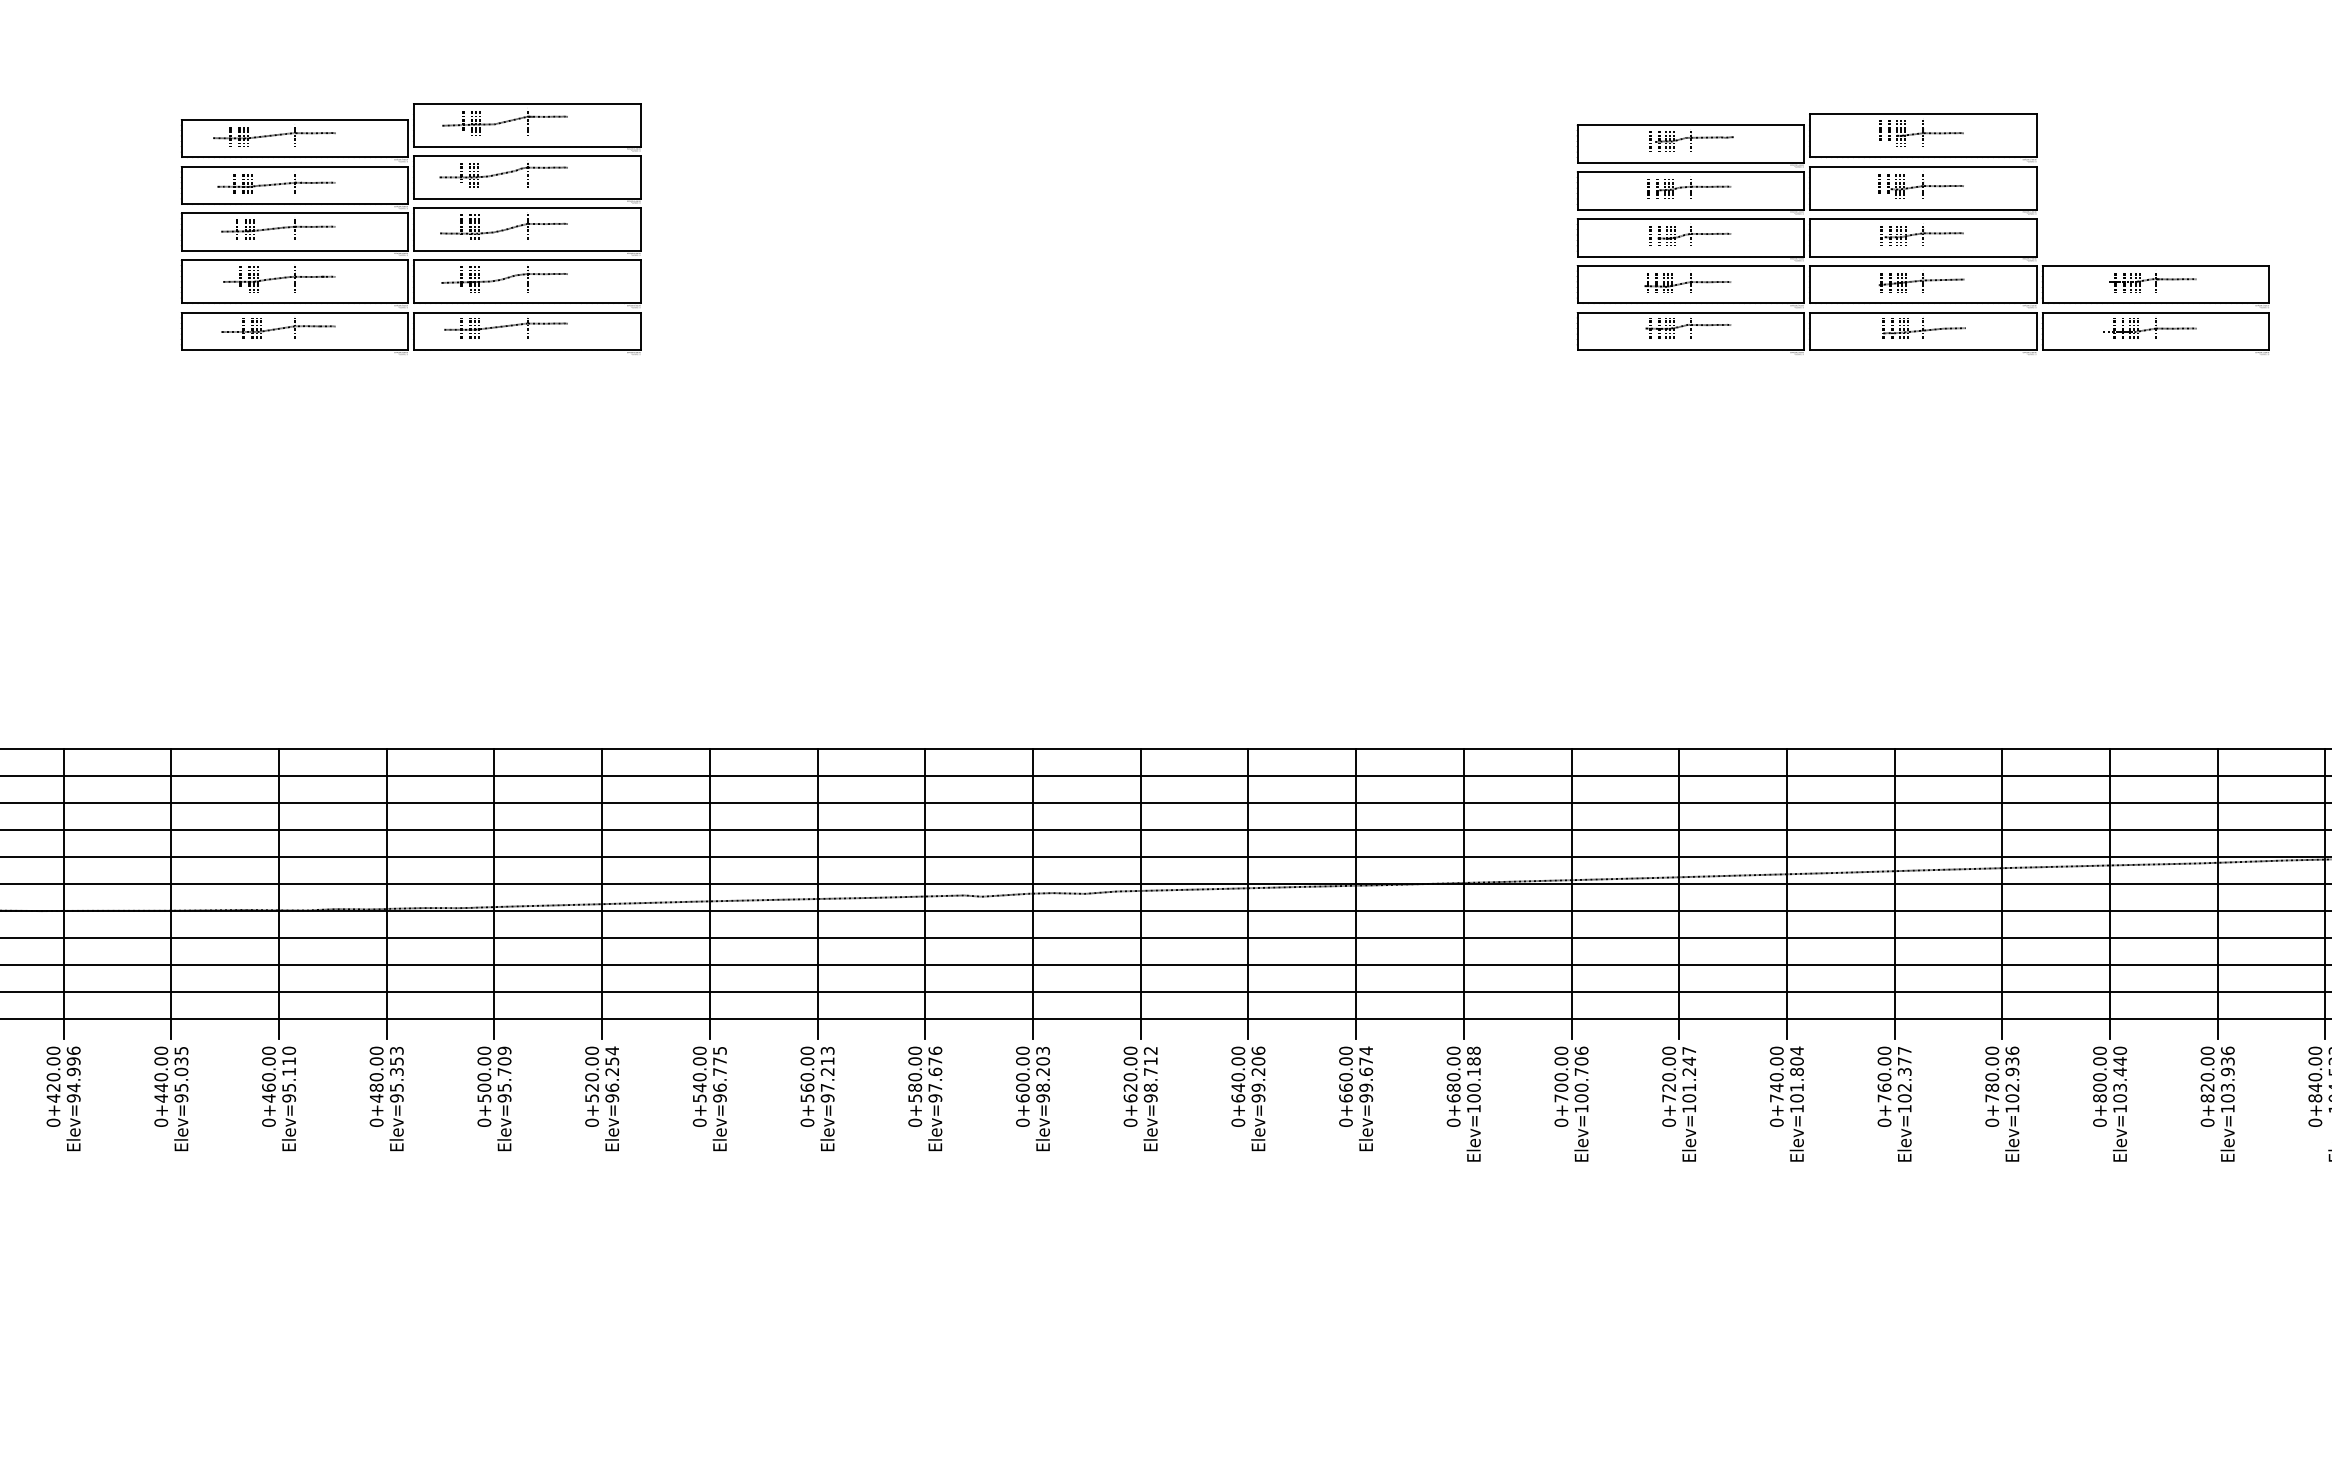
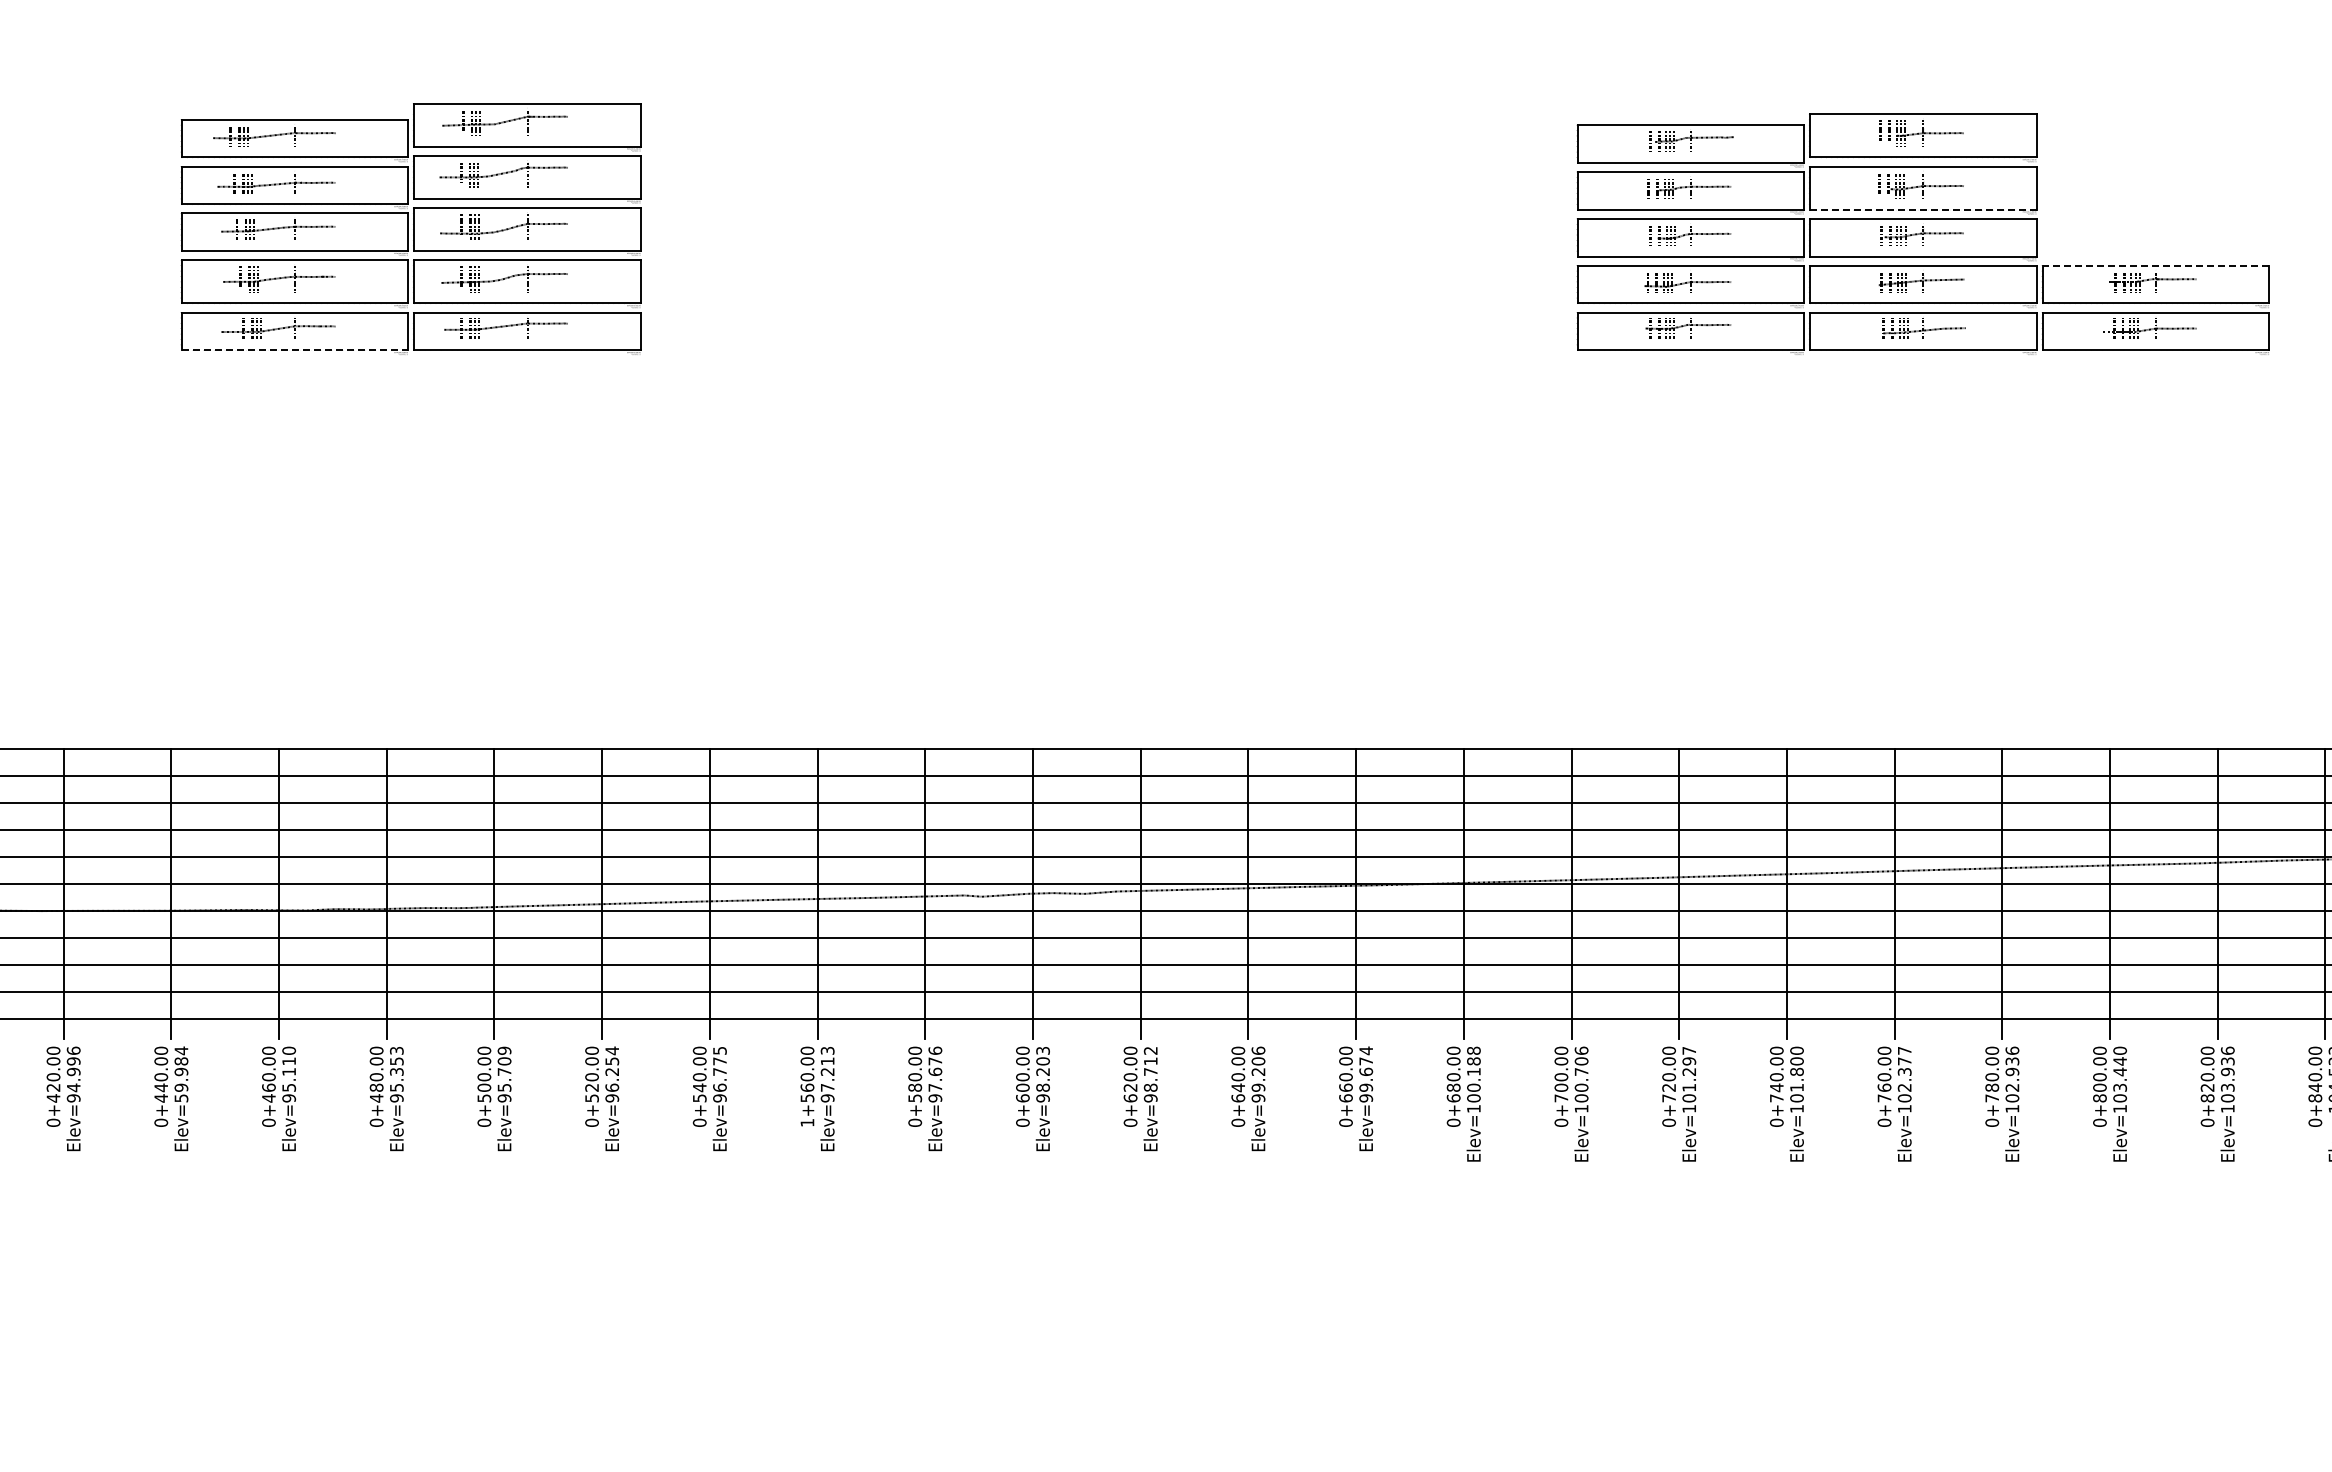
line at (1923, 209): solid -> dashed
line at (2155, 265): solid -> dashed
line at (295, 350): solid -> dashed
text at (1796, 1050): Elev=101.804 -> Elev=101.800
text at (1689, 1061): Elev=101.247 -> Elev=101.297
text at (181, 1074): Elev=95.035 -> Elev=59.984
text at (807, 1122): 0+560.00 -> 1+560.00
